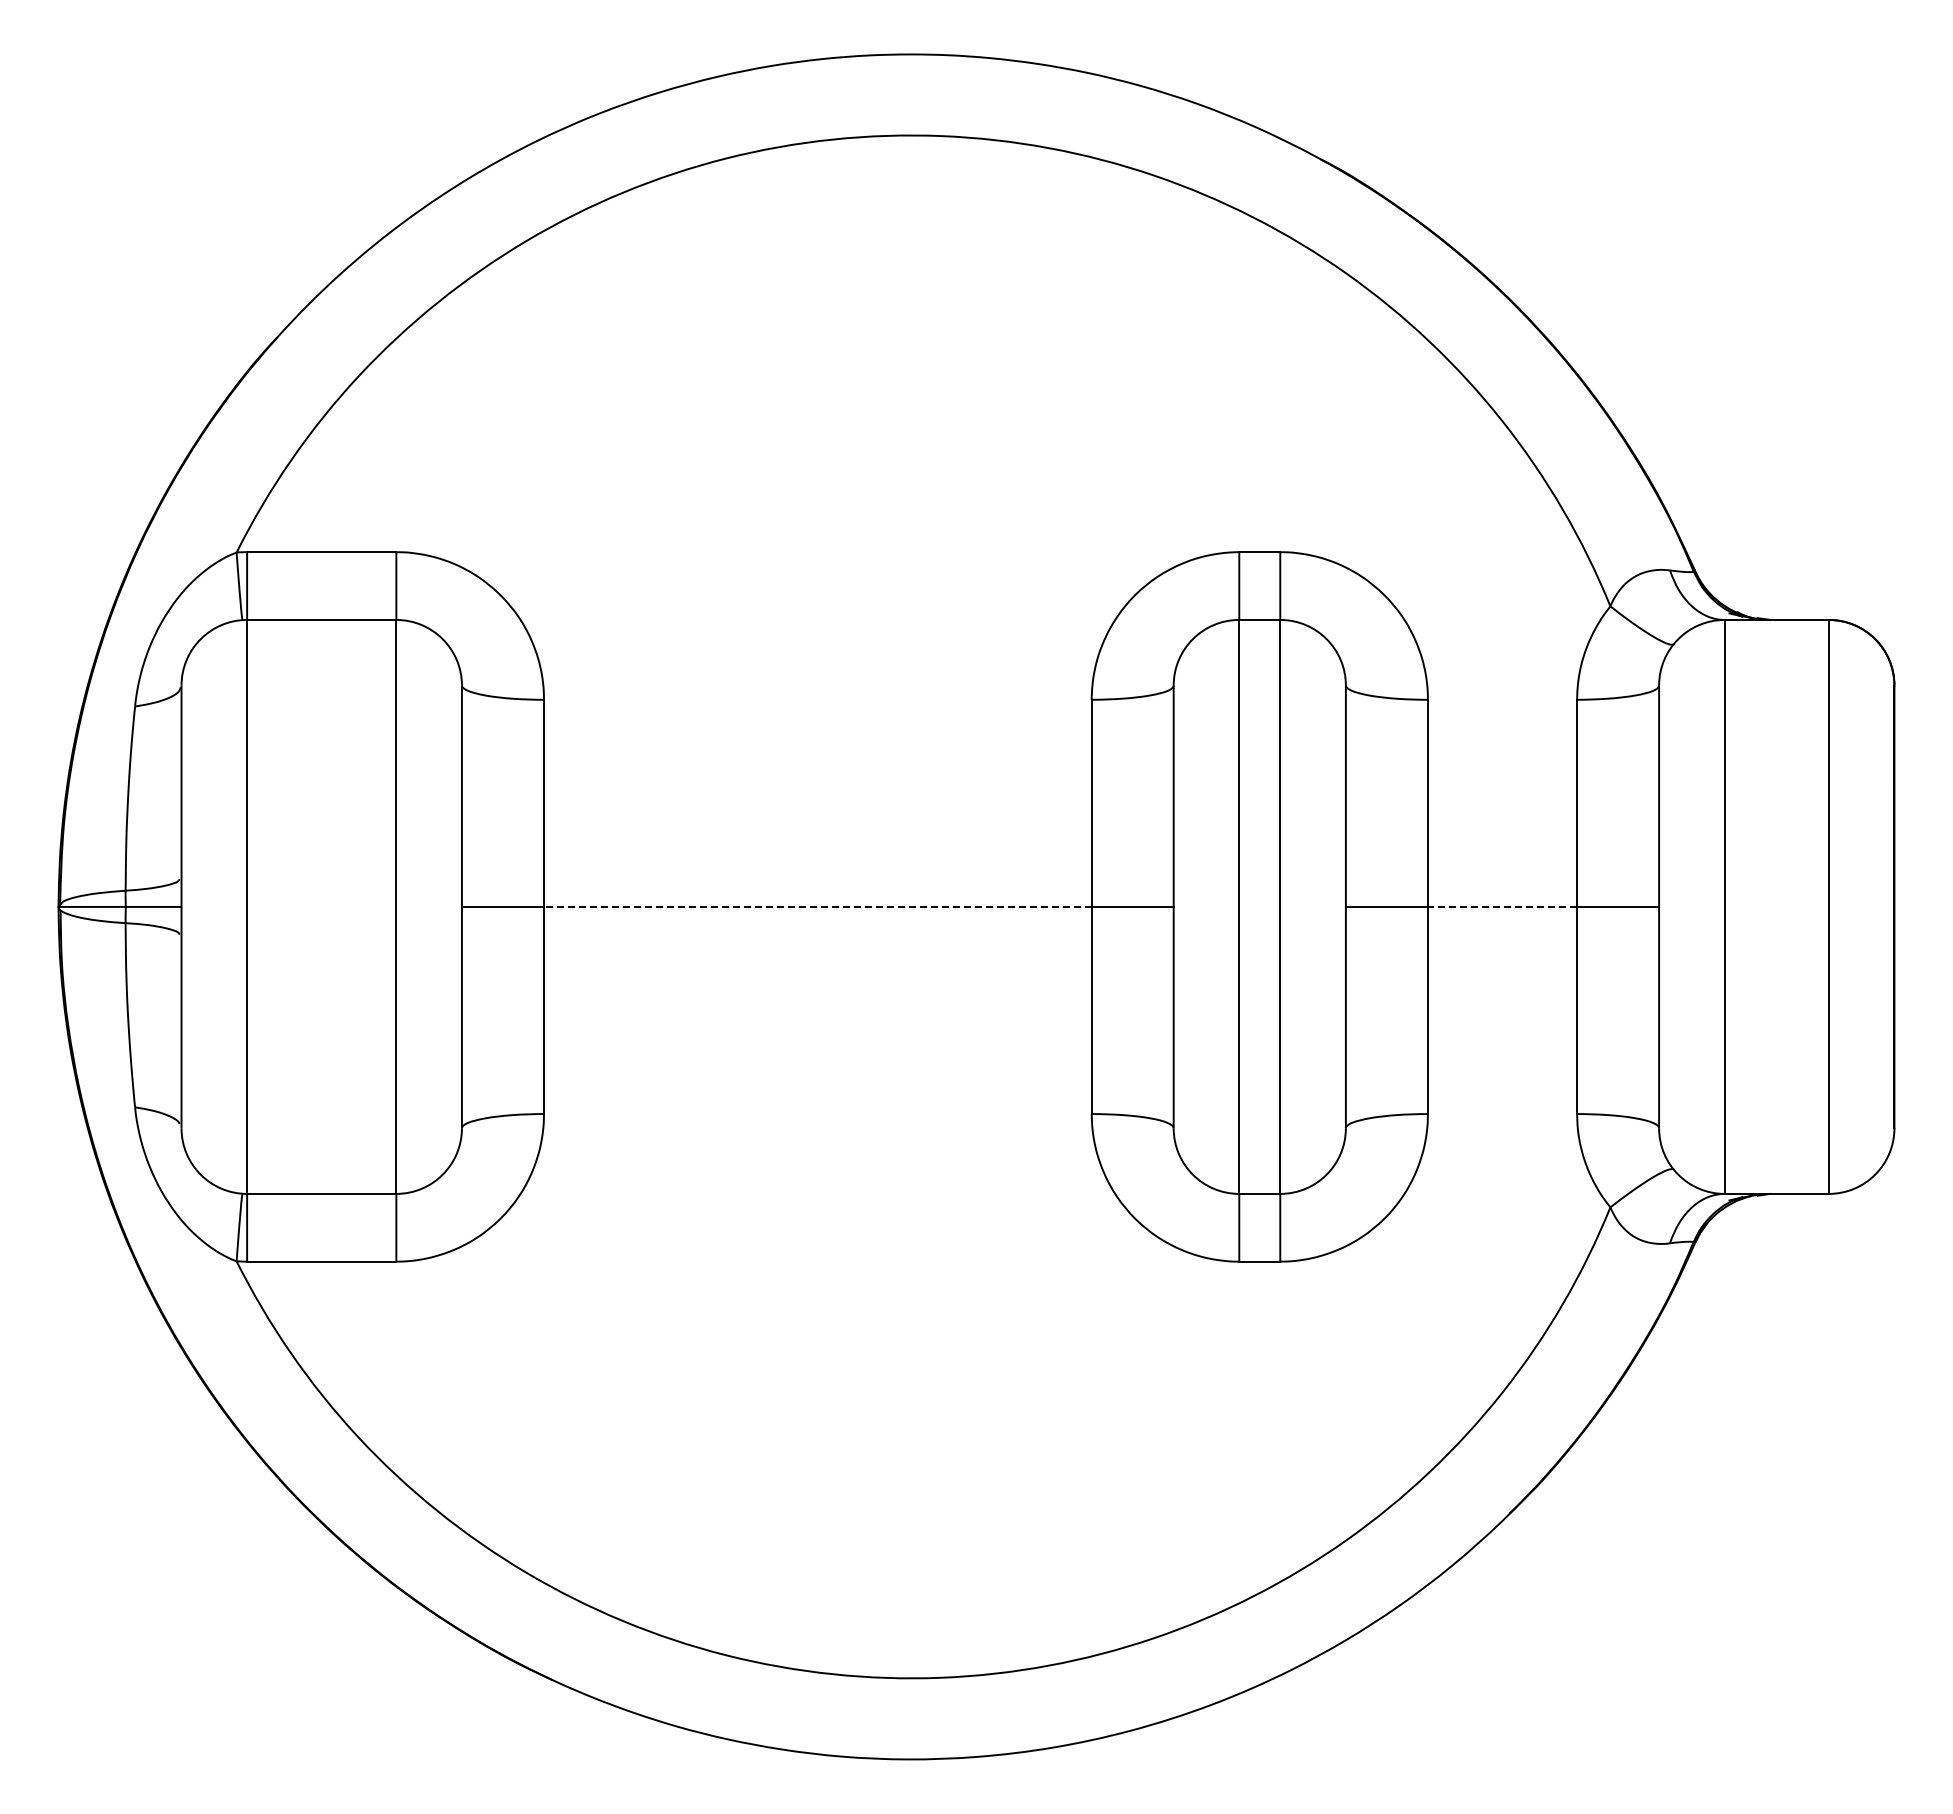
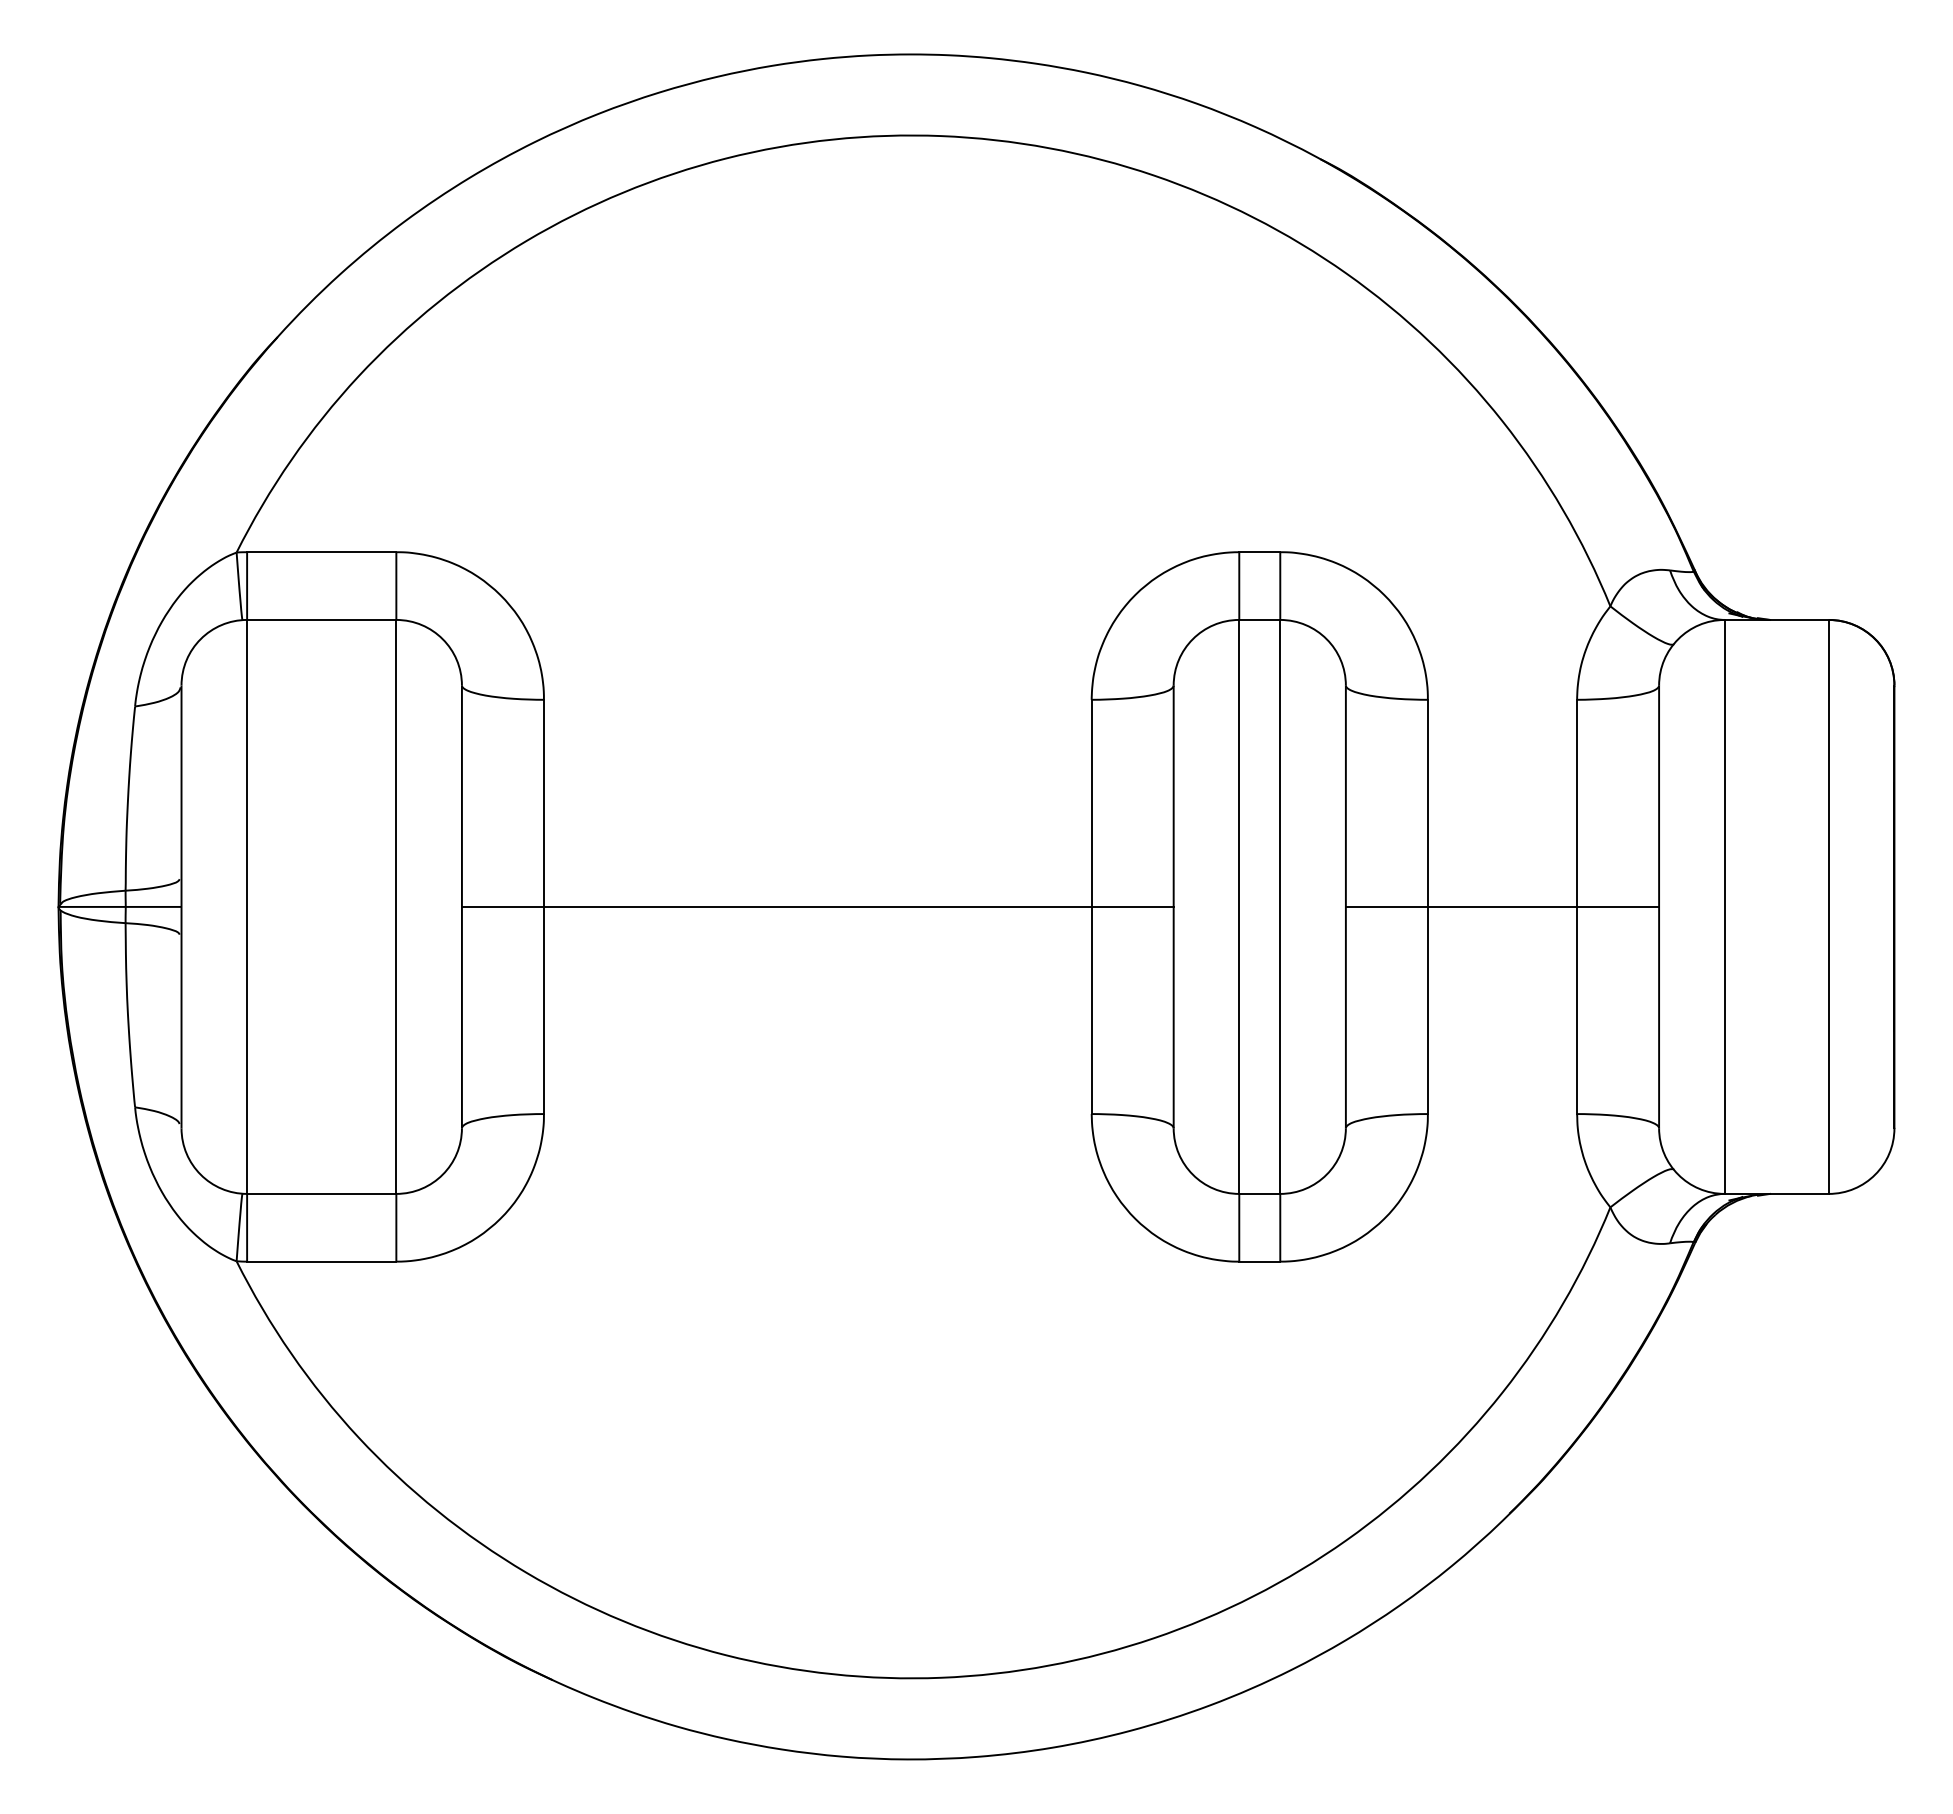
line at (817, 906): dashed -> solid
line at (1502, 906): dashed -> solid
